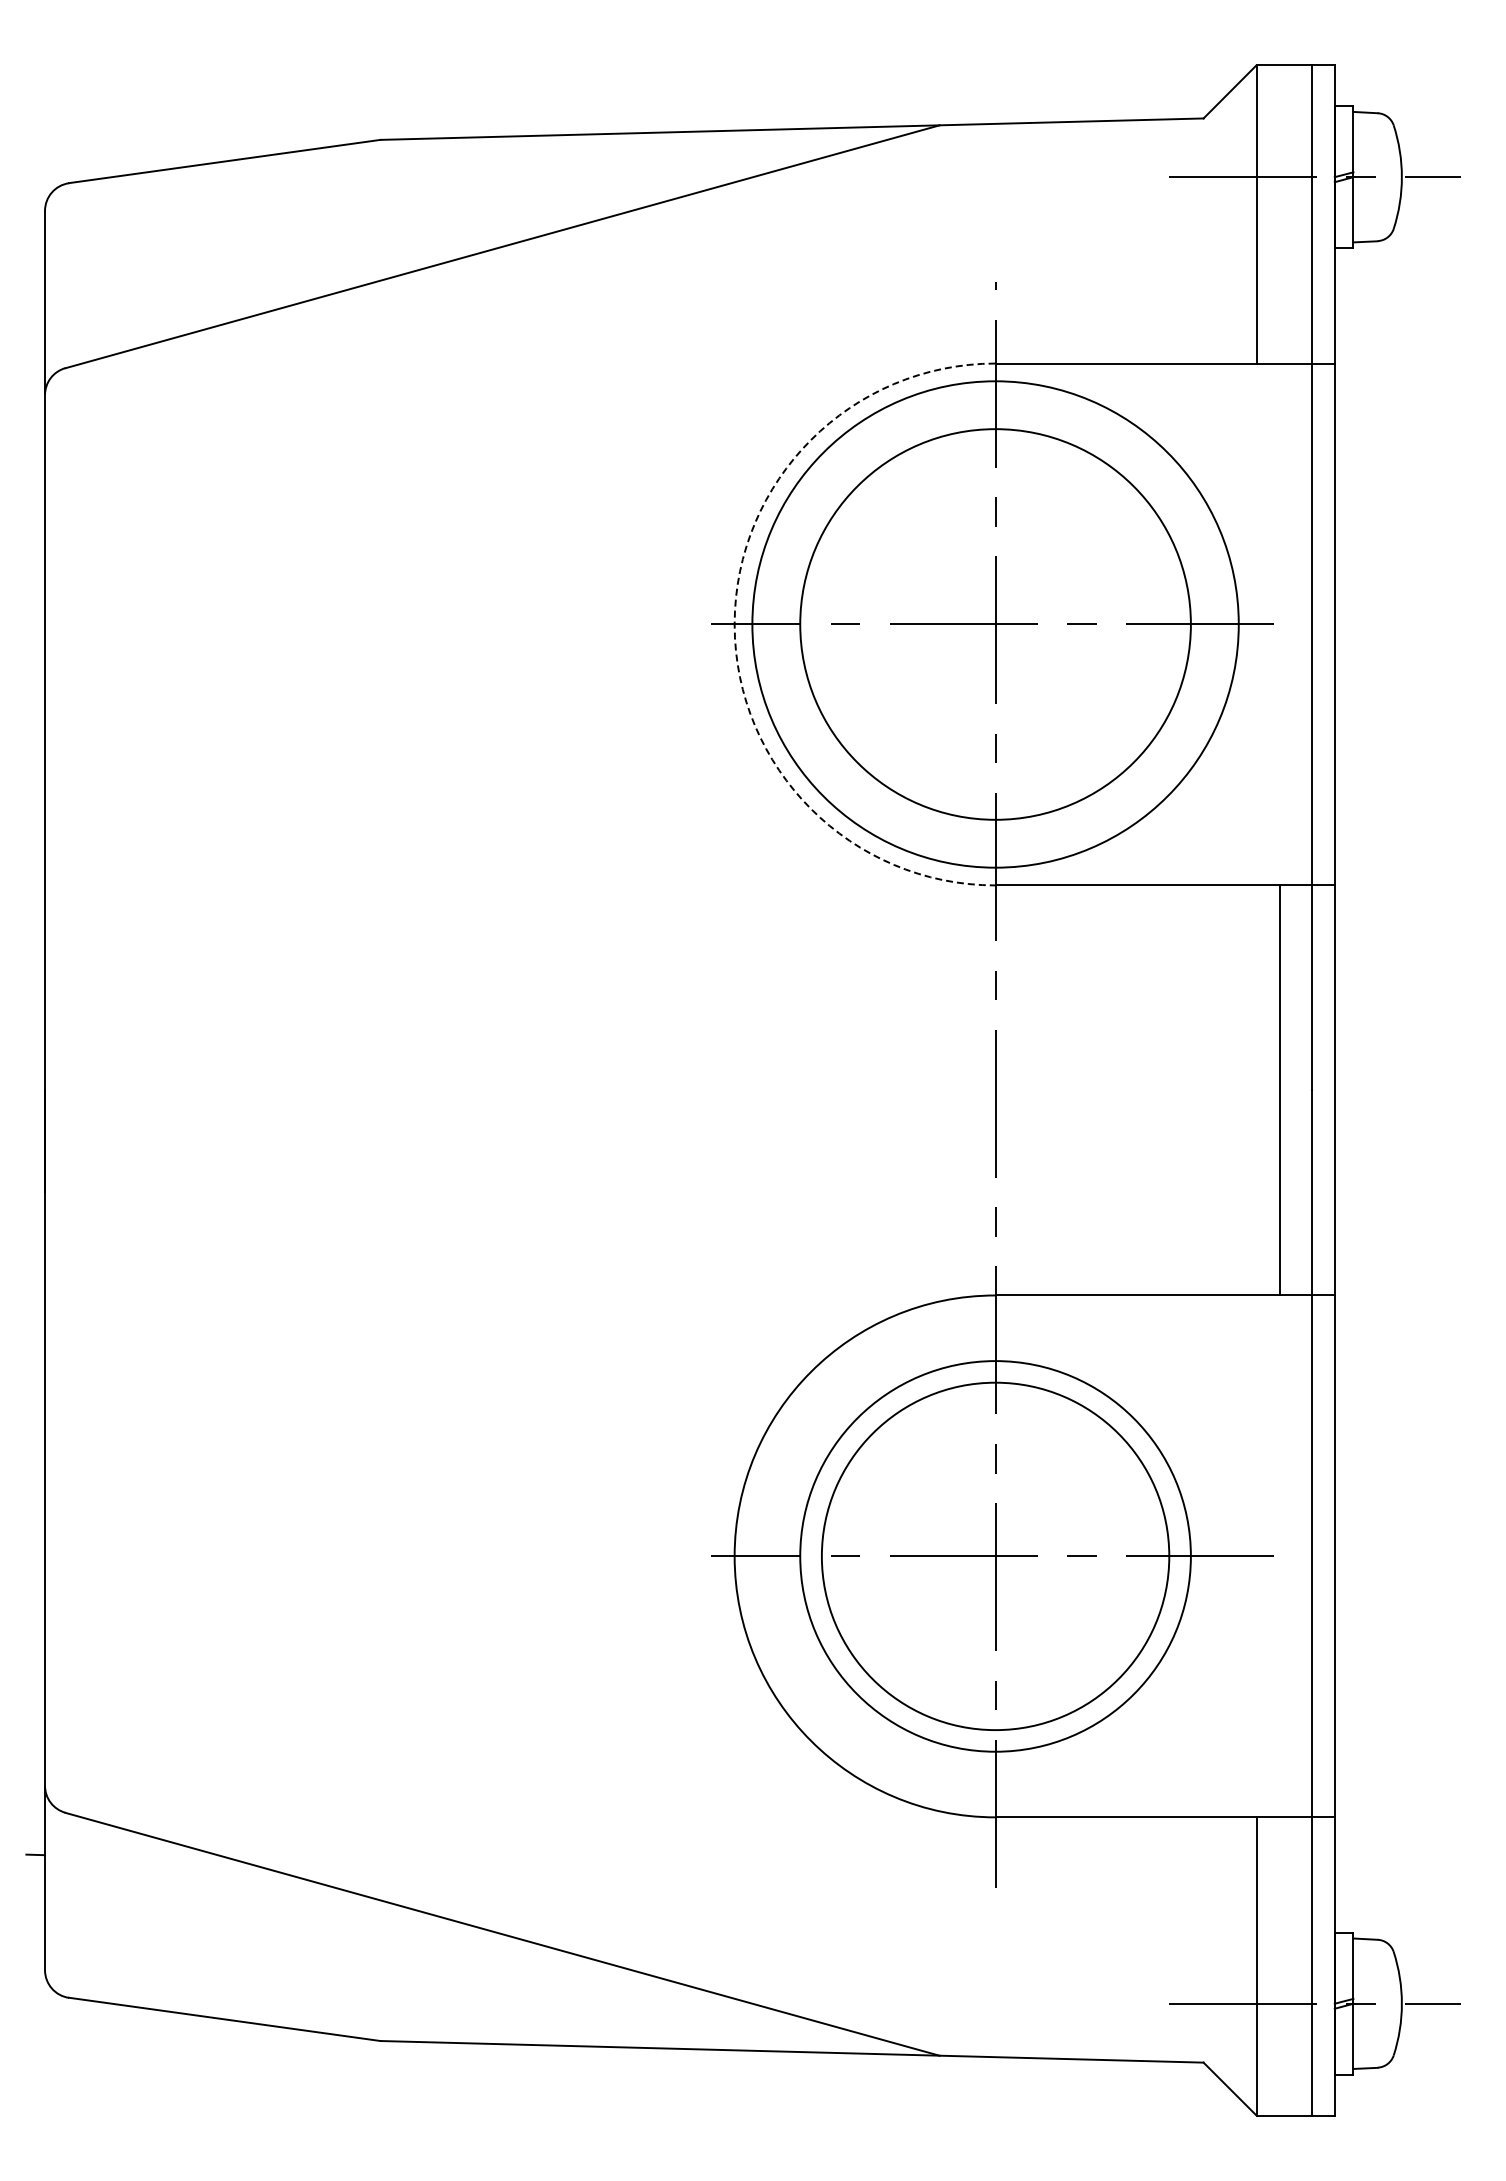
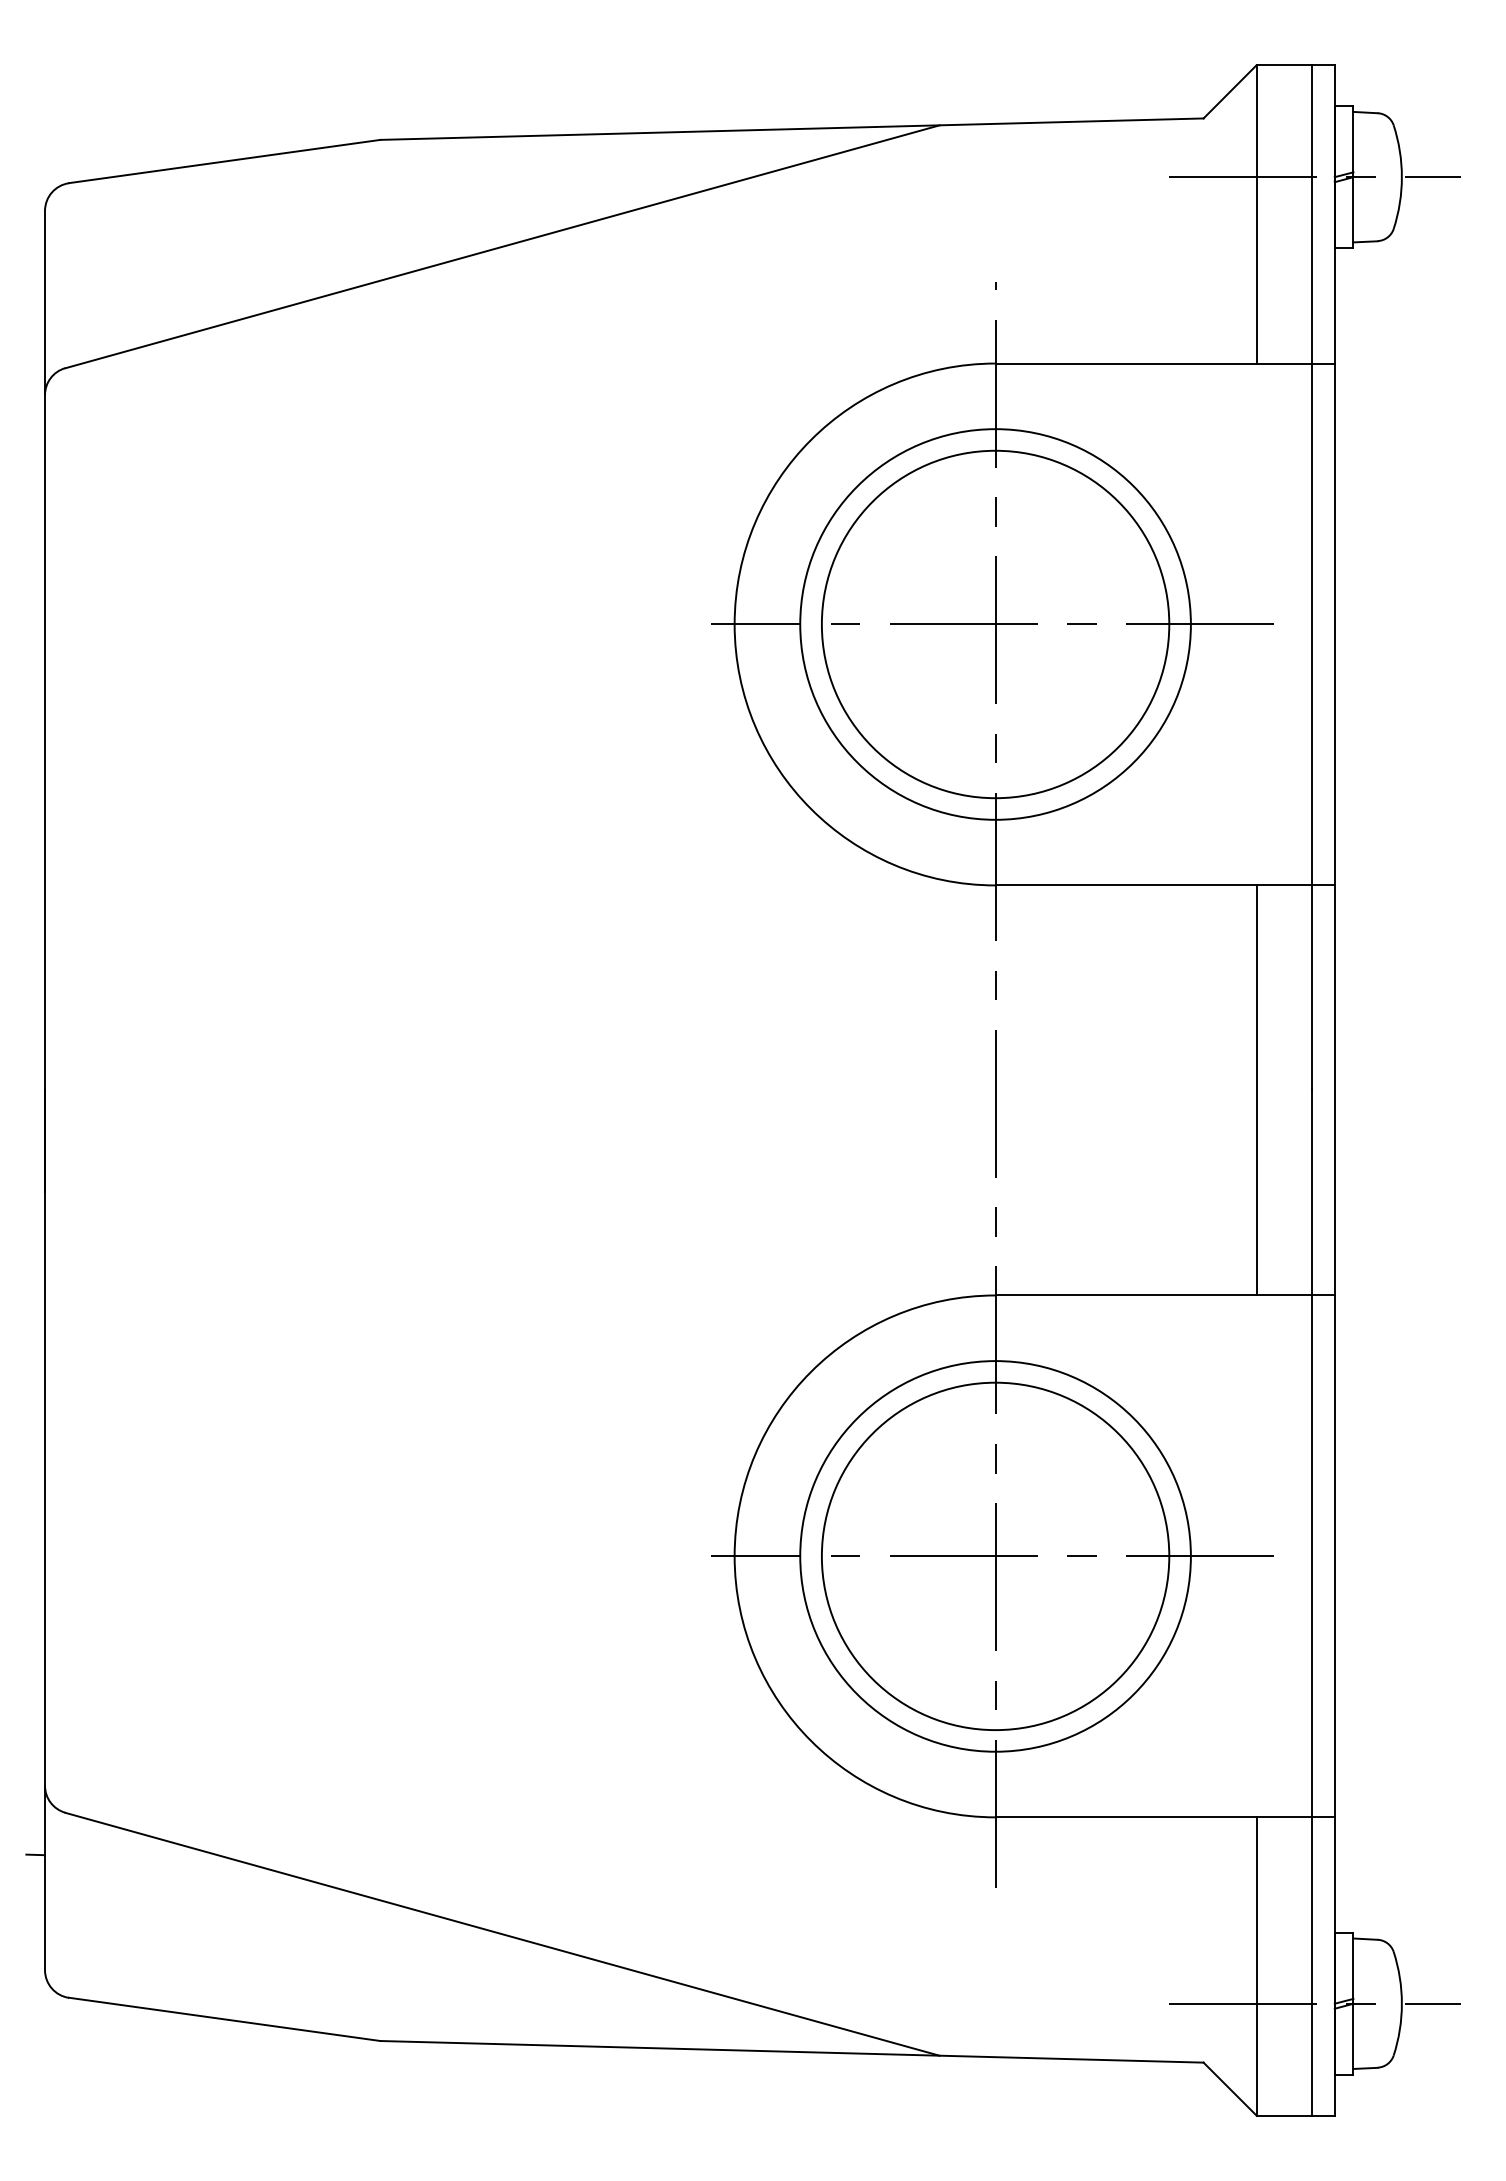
arc at (734, 624): dashed -> solid
circle at (995, 624) diameter: 486 px -> 347 px
line at (1279, 1090) position: (1279, 1090) -> (1256, 1090)
